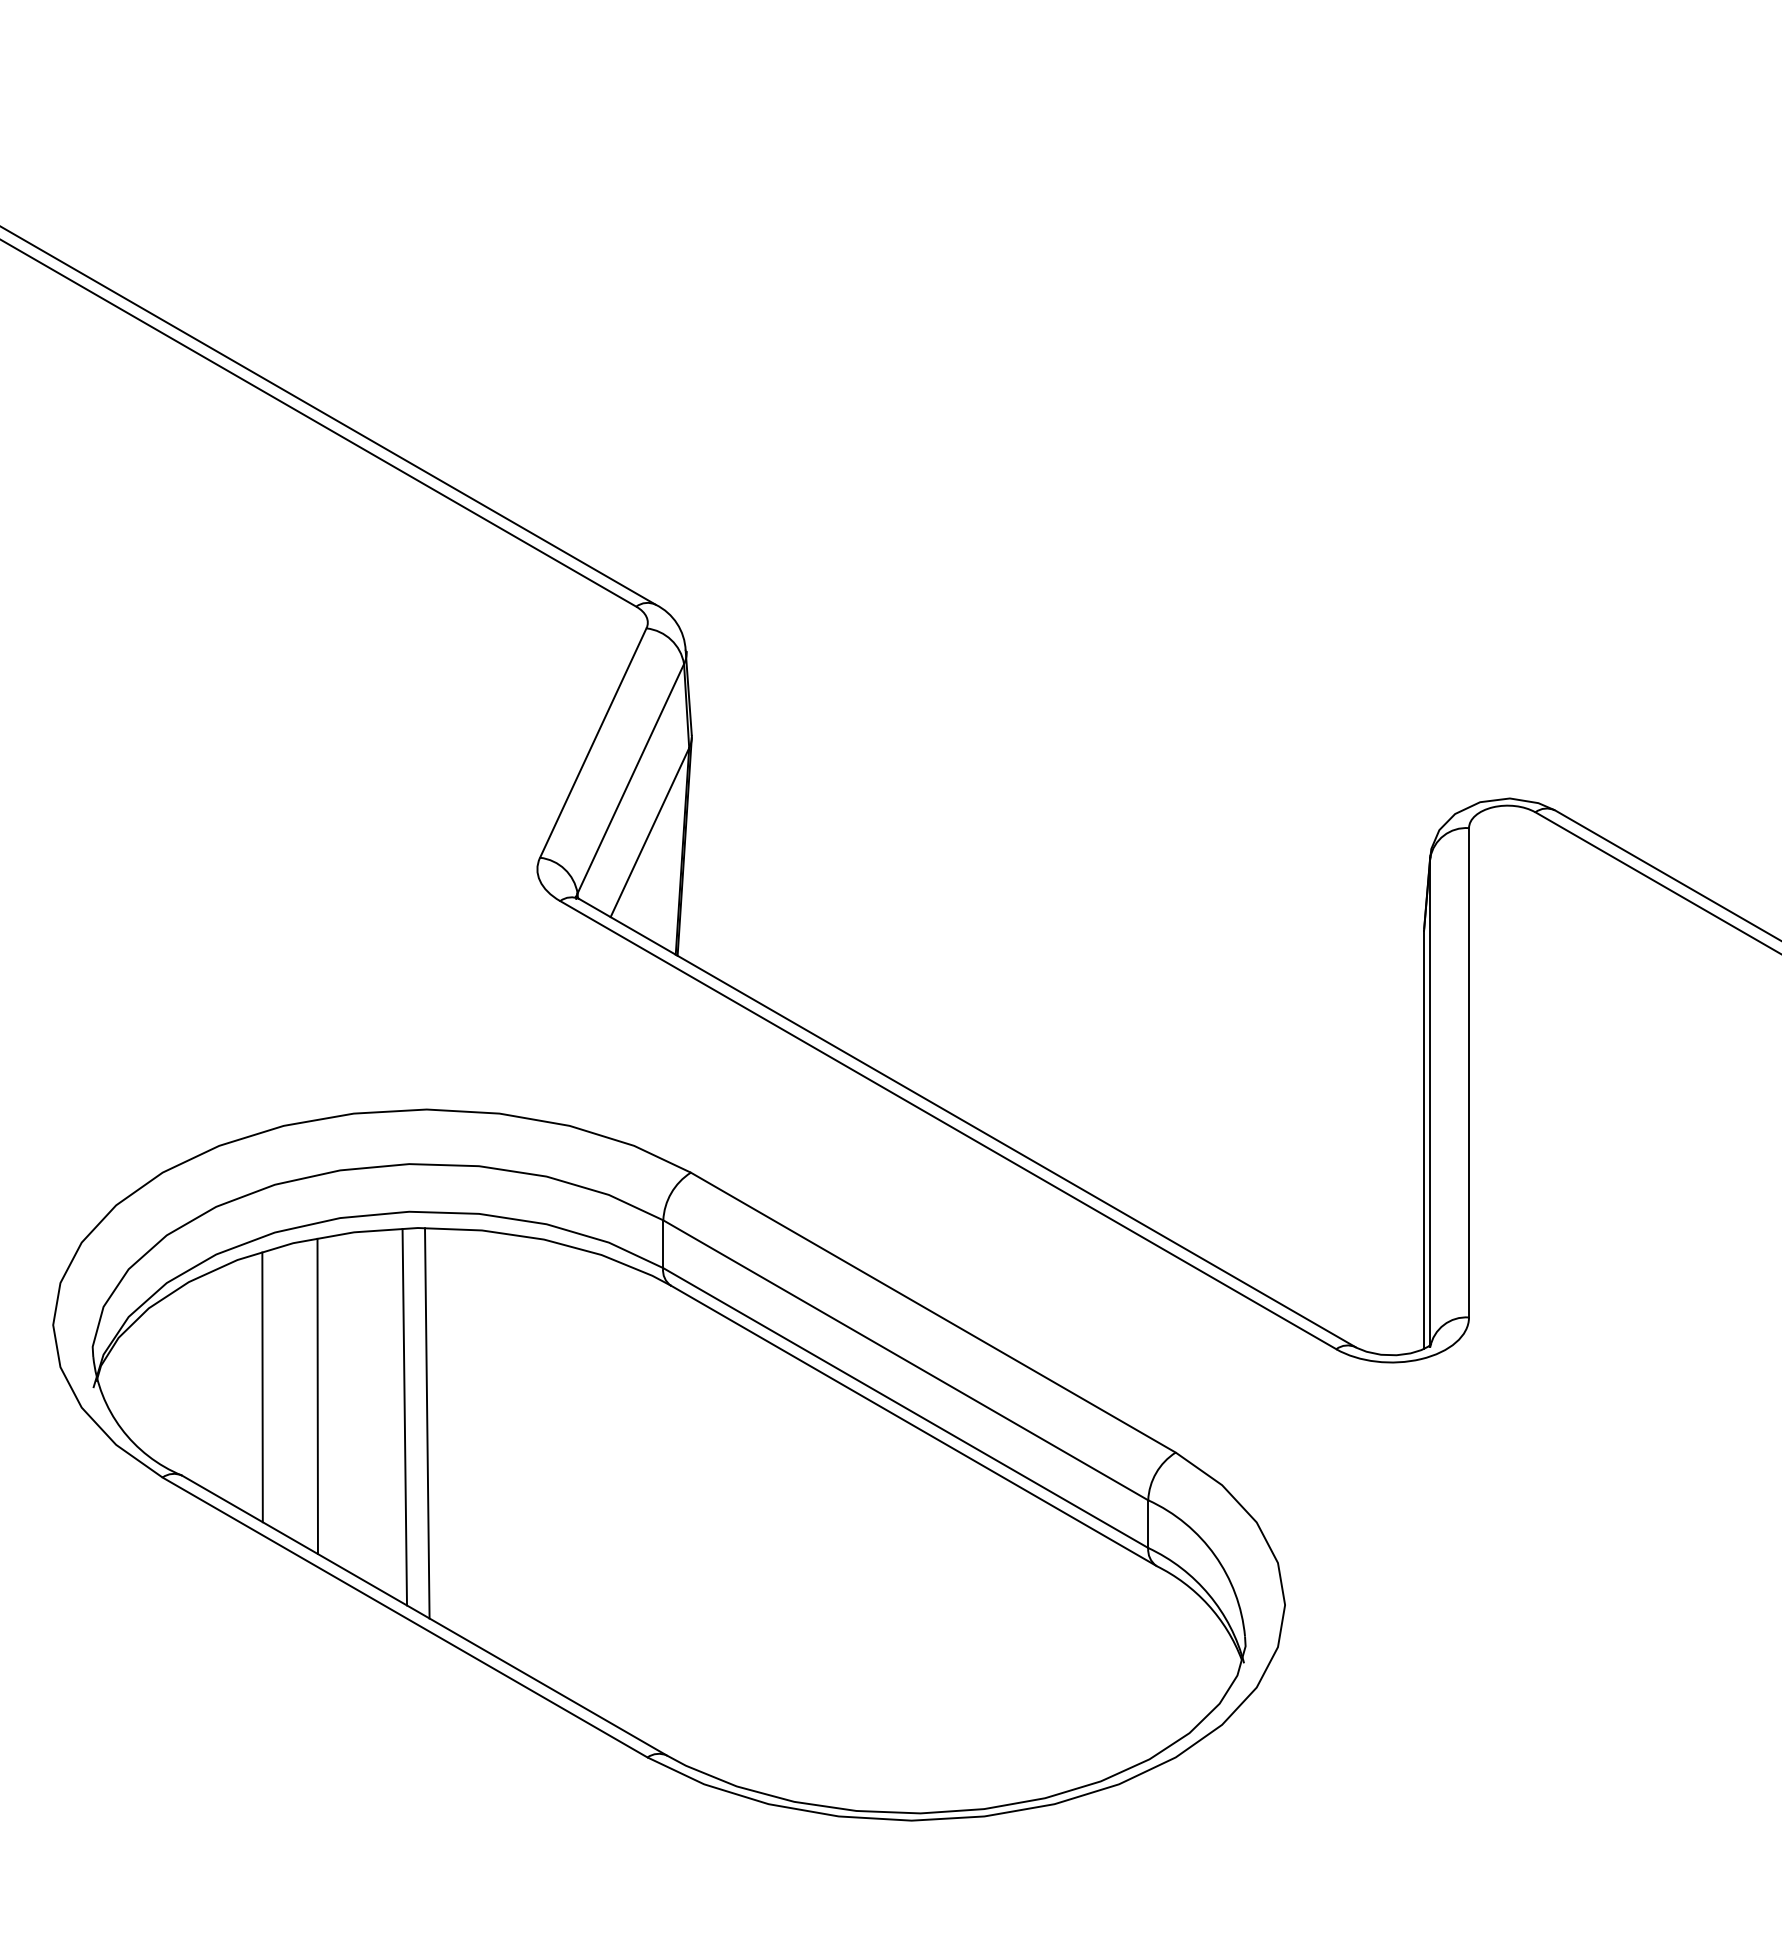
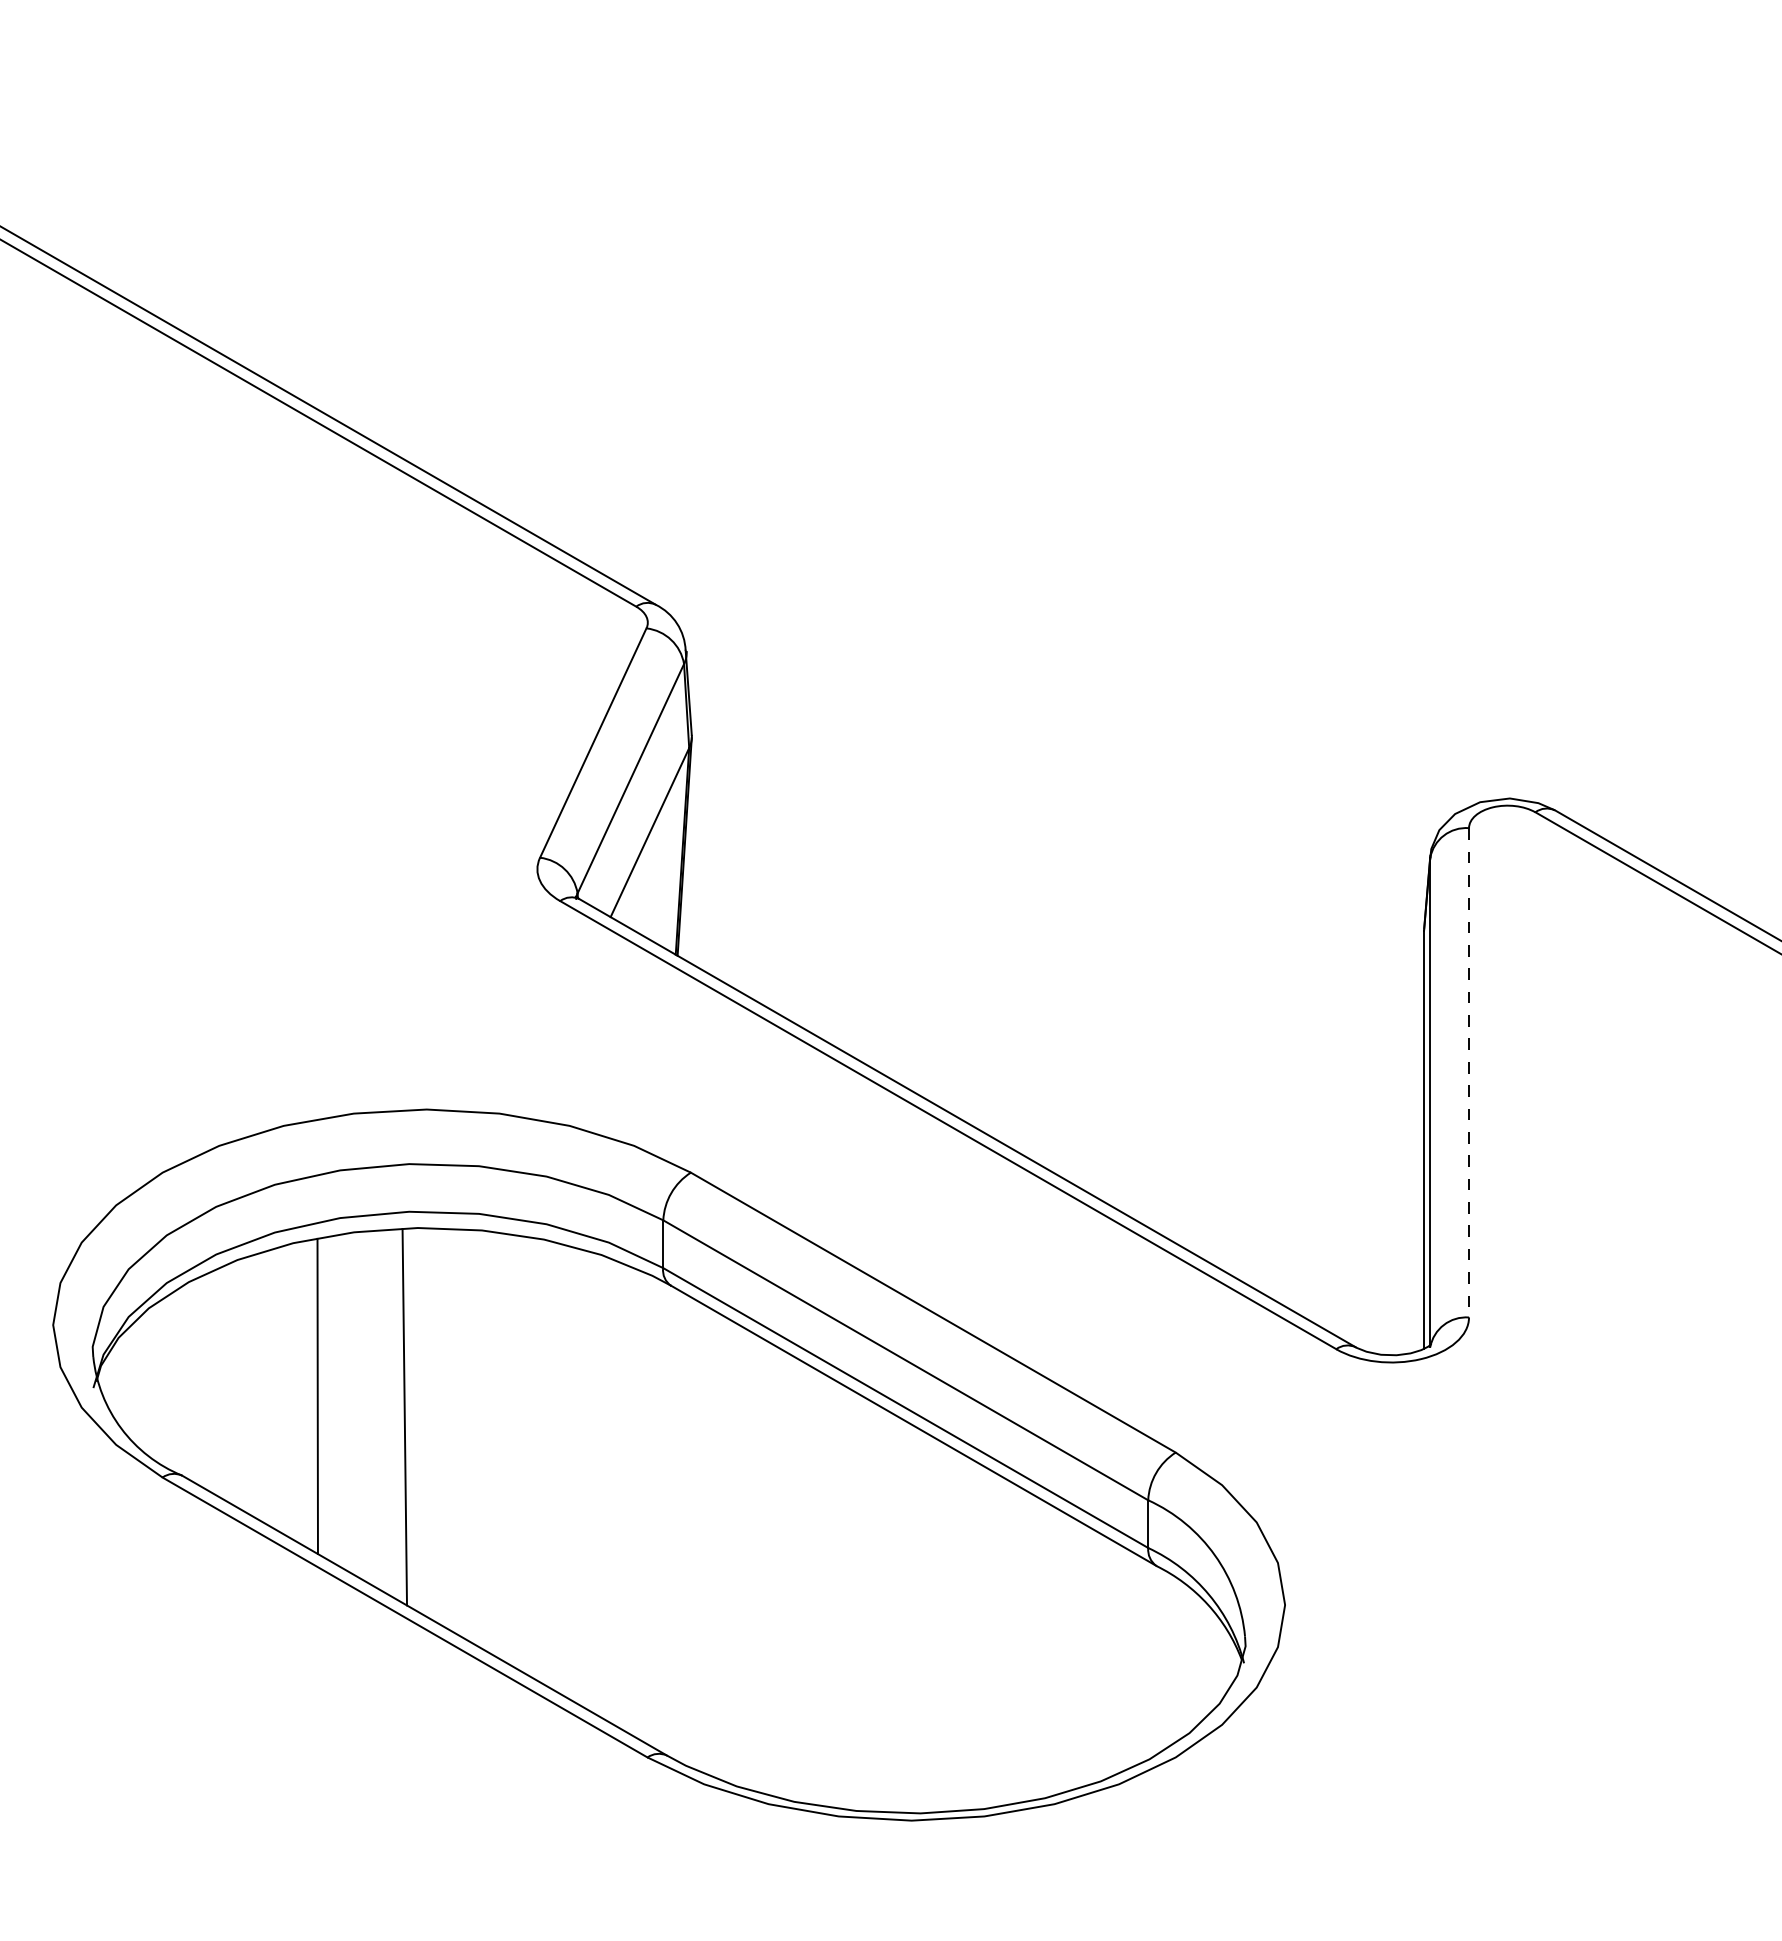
line at (1469, 1072): solid -> dashed
line at (262, 1387): present -> none
line at (427, 1423): present -> none
